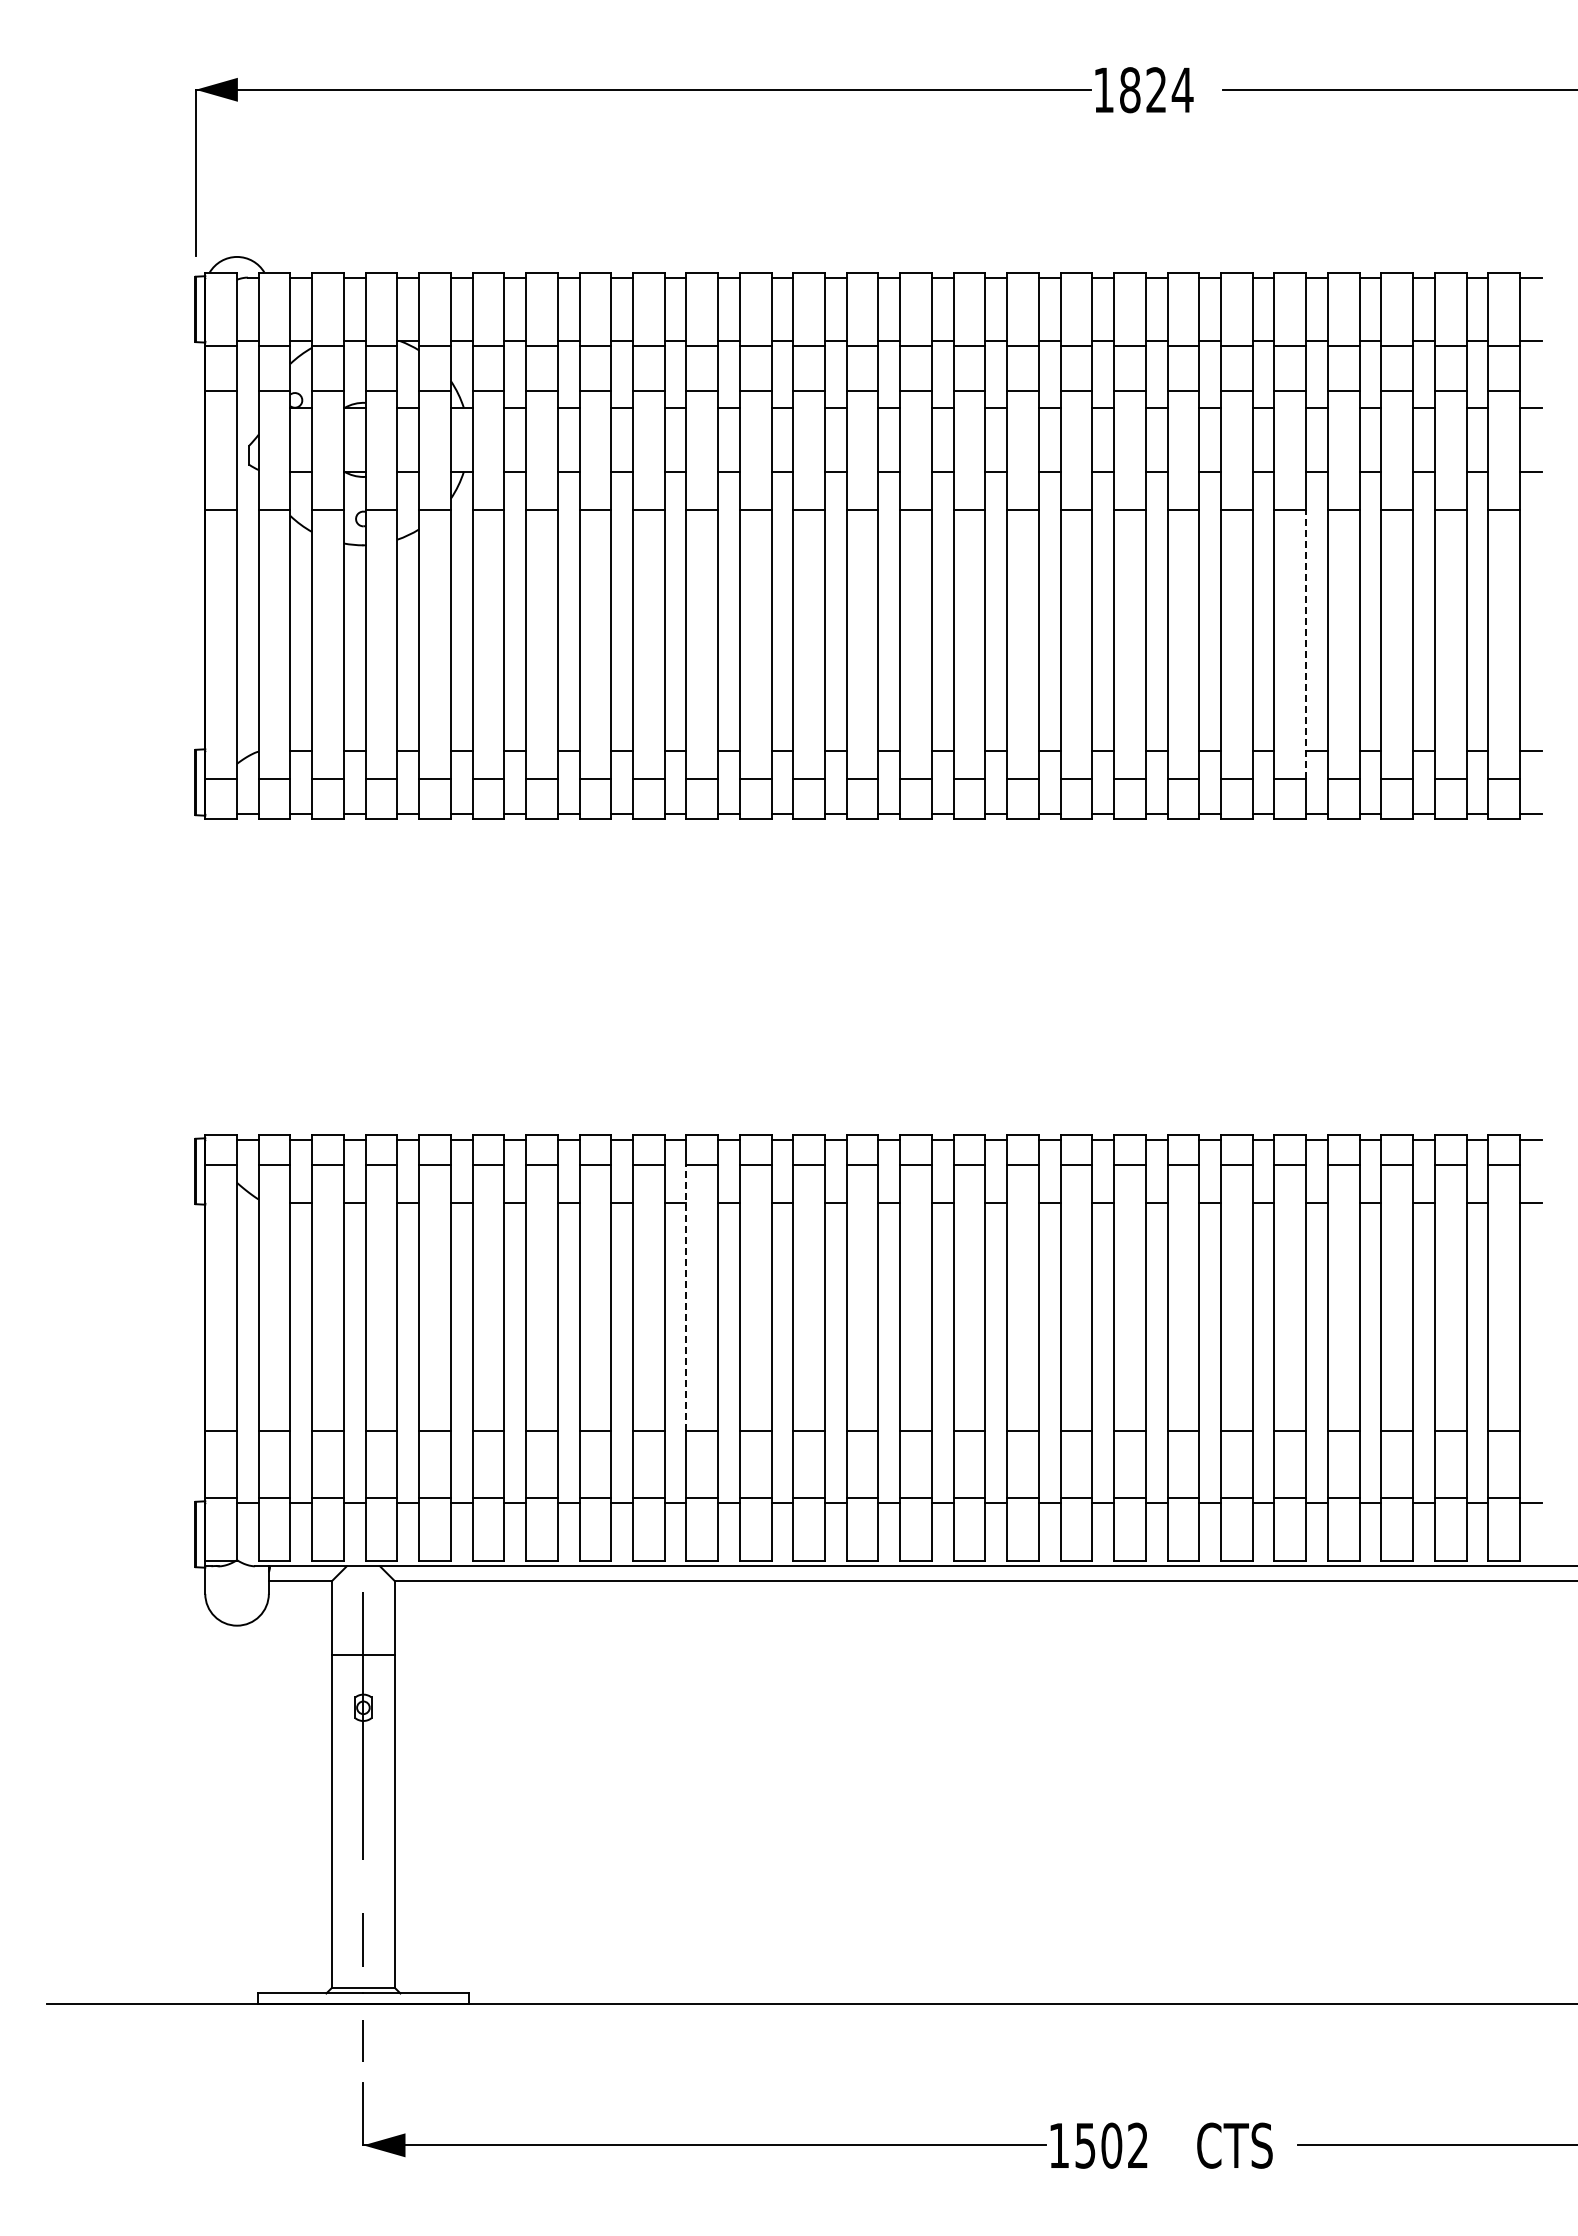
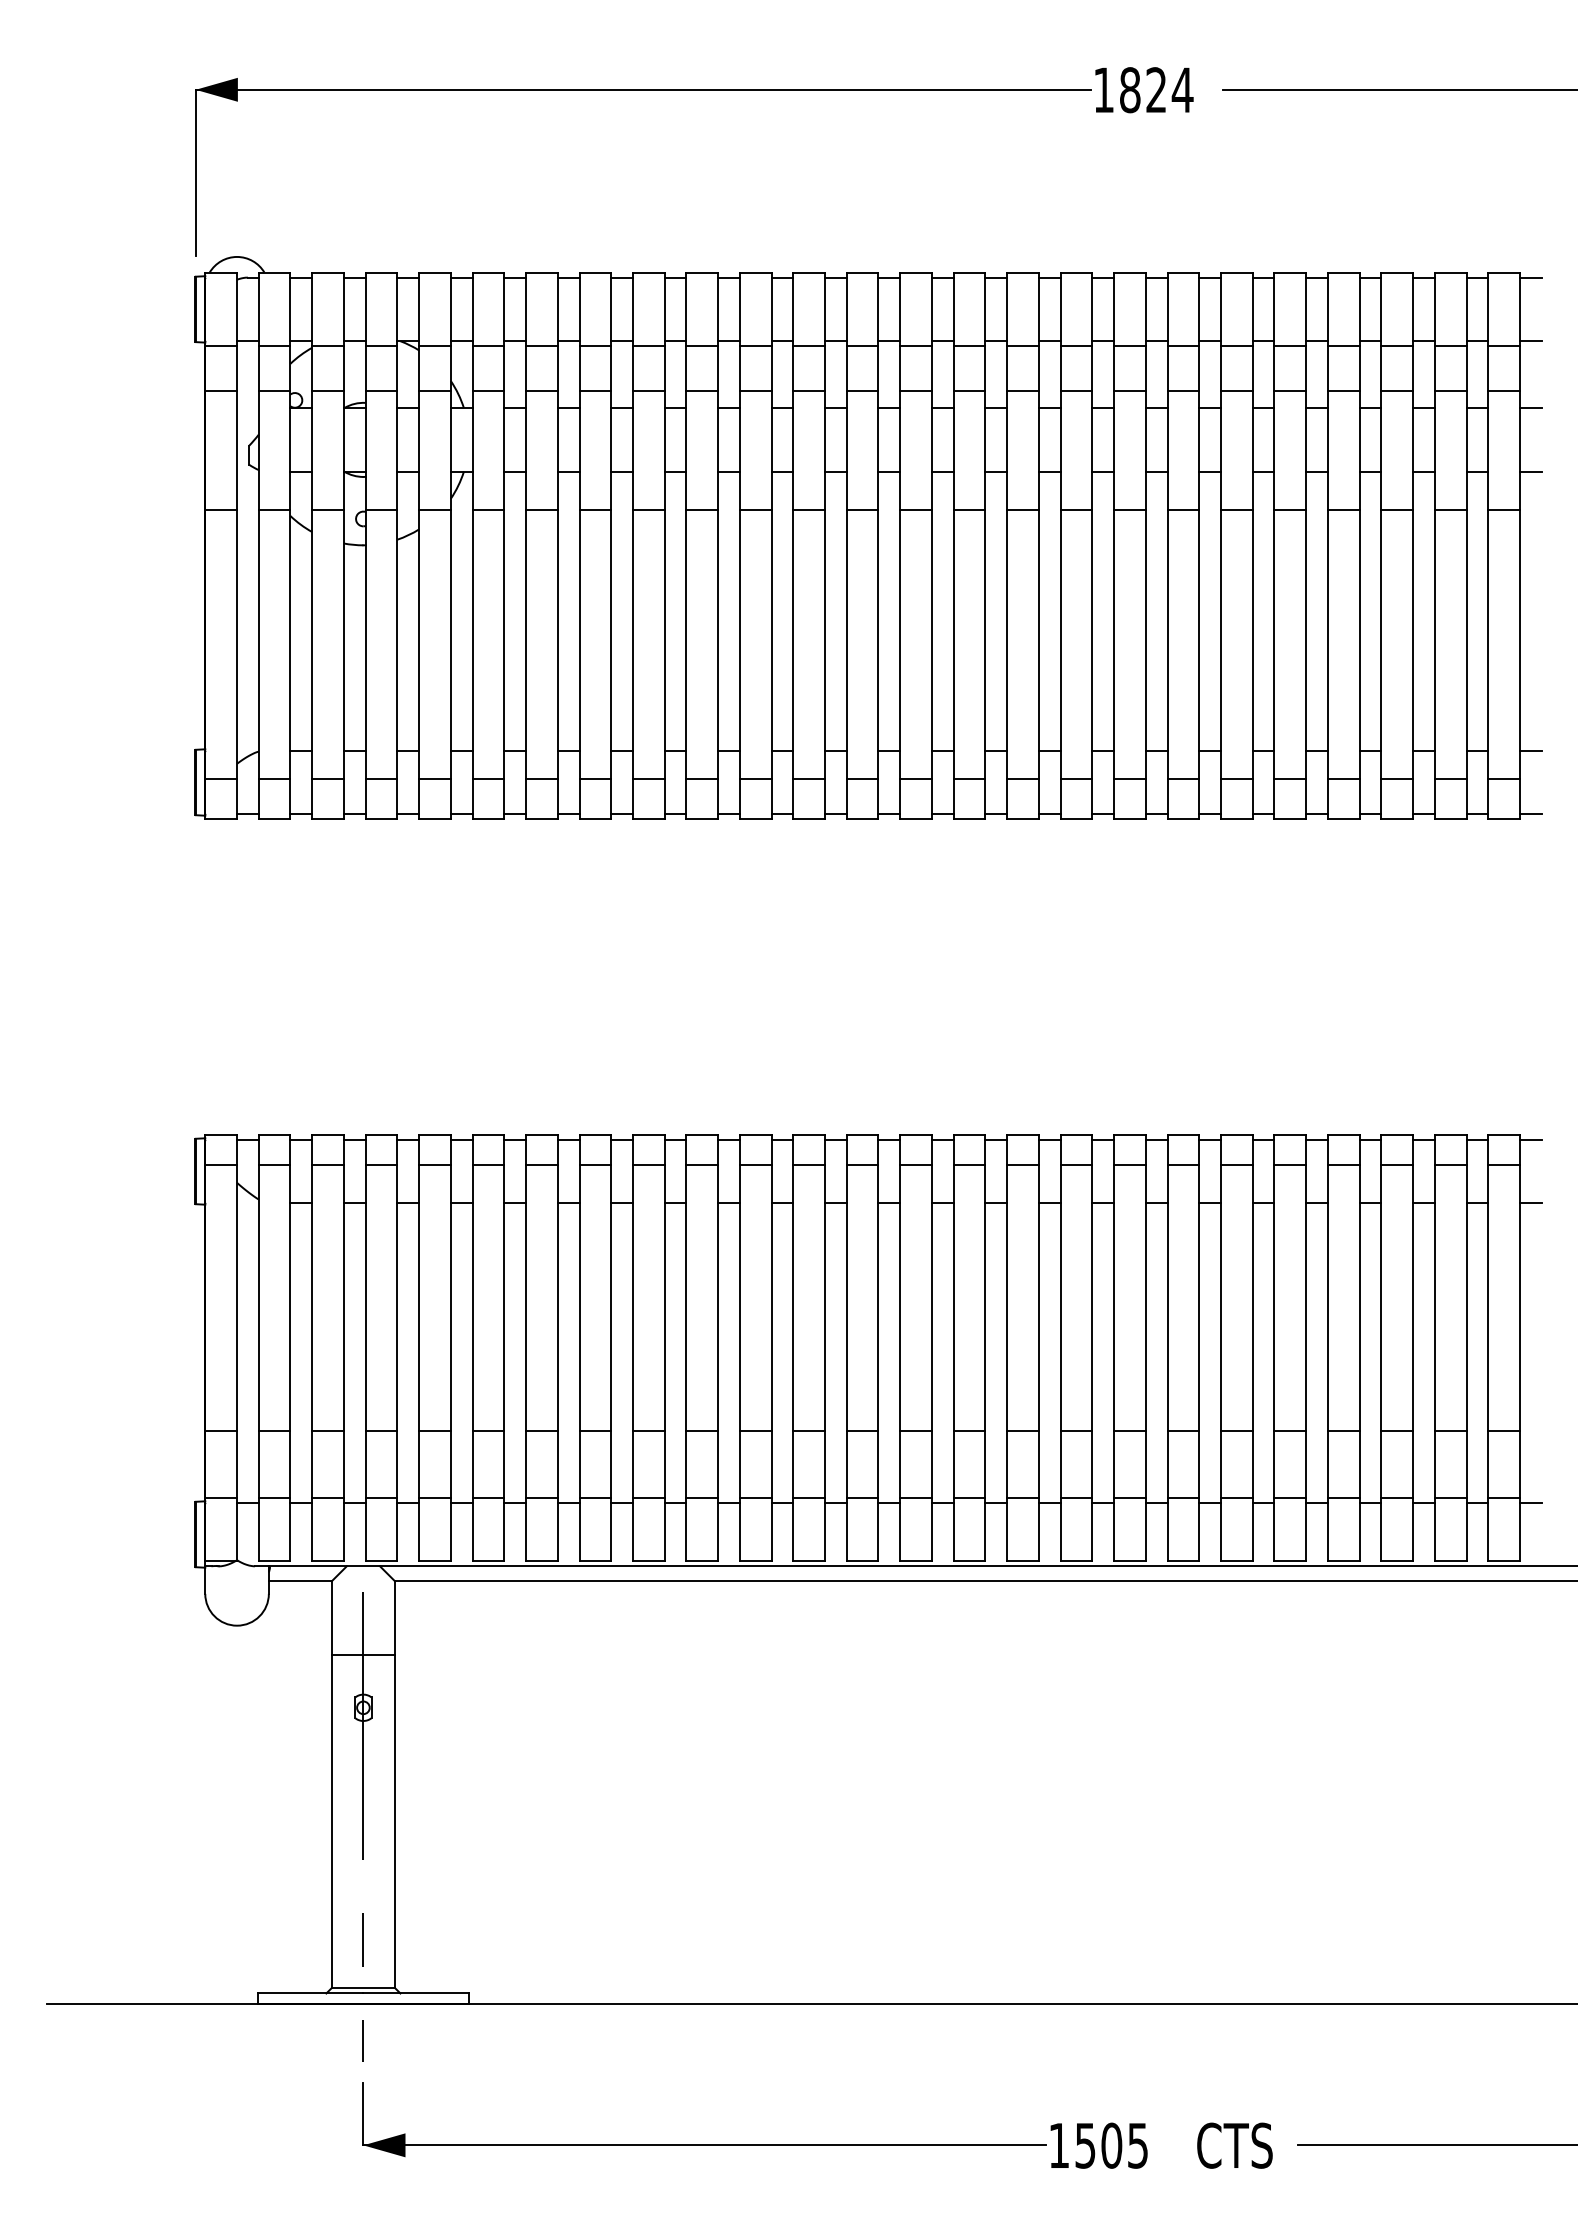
line at (1306, 644): dashed -> solid
line at (686, 1298): dashed -> solid
text at (1137, 2145): 1502 -> 1505
